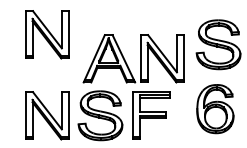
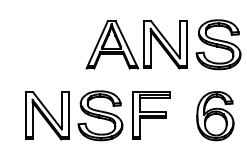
part at (47, 34): present -> none
part at (140, 58) position: (140, 58) -> (143, 44)
part at (215, 109) position: (215, 109) -> (215, 116)
